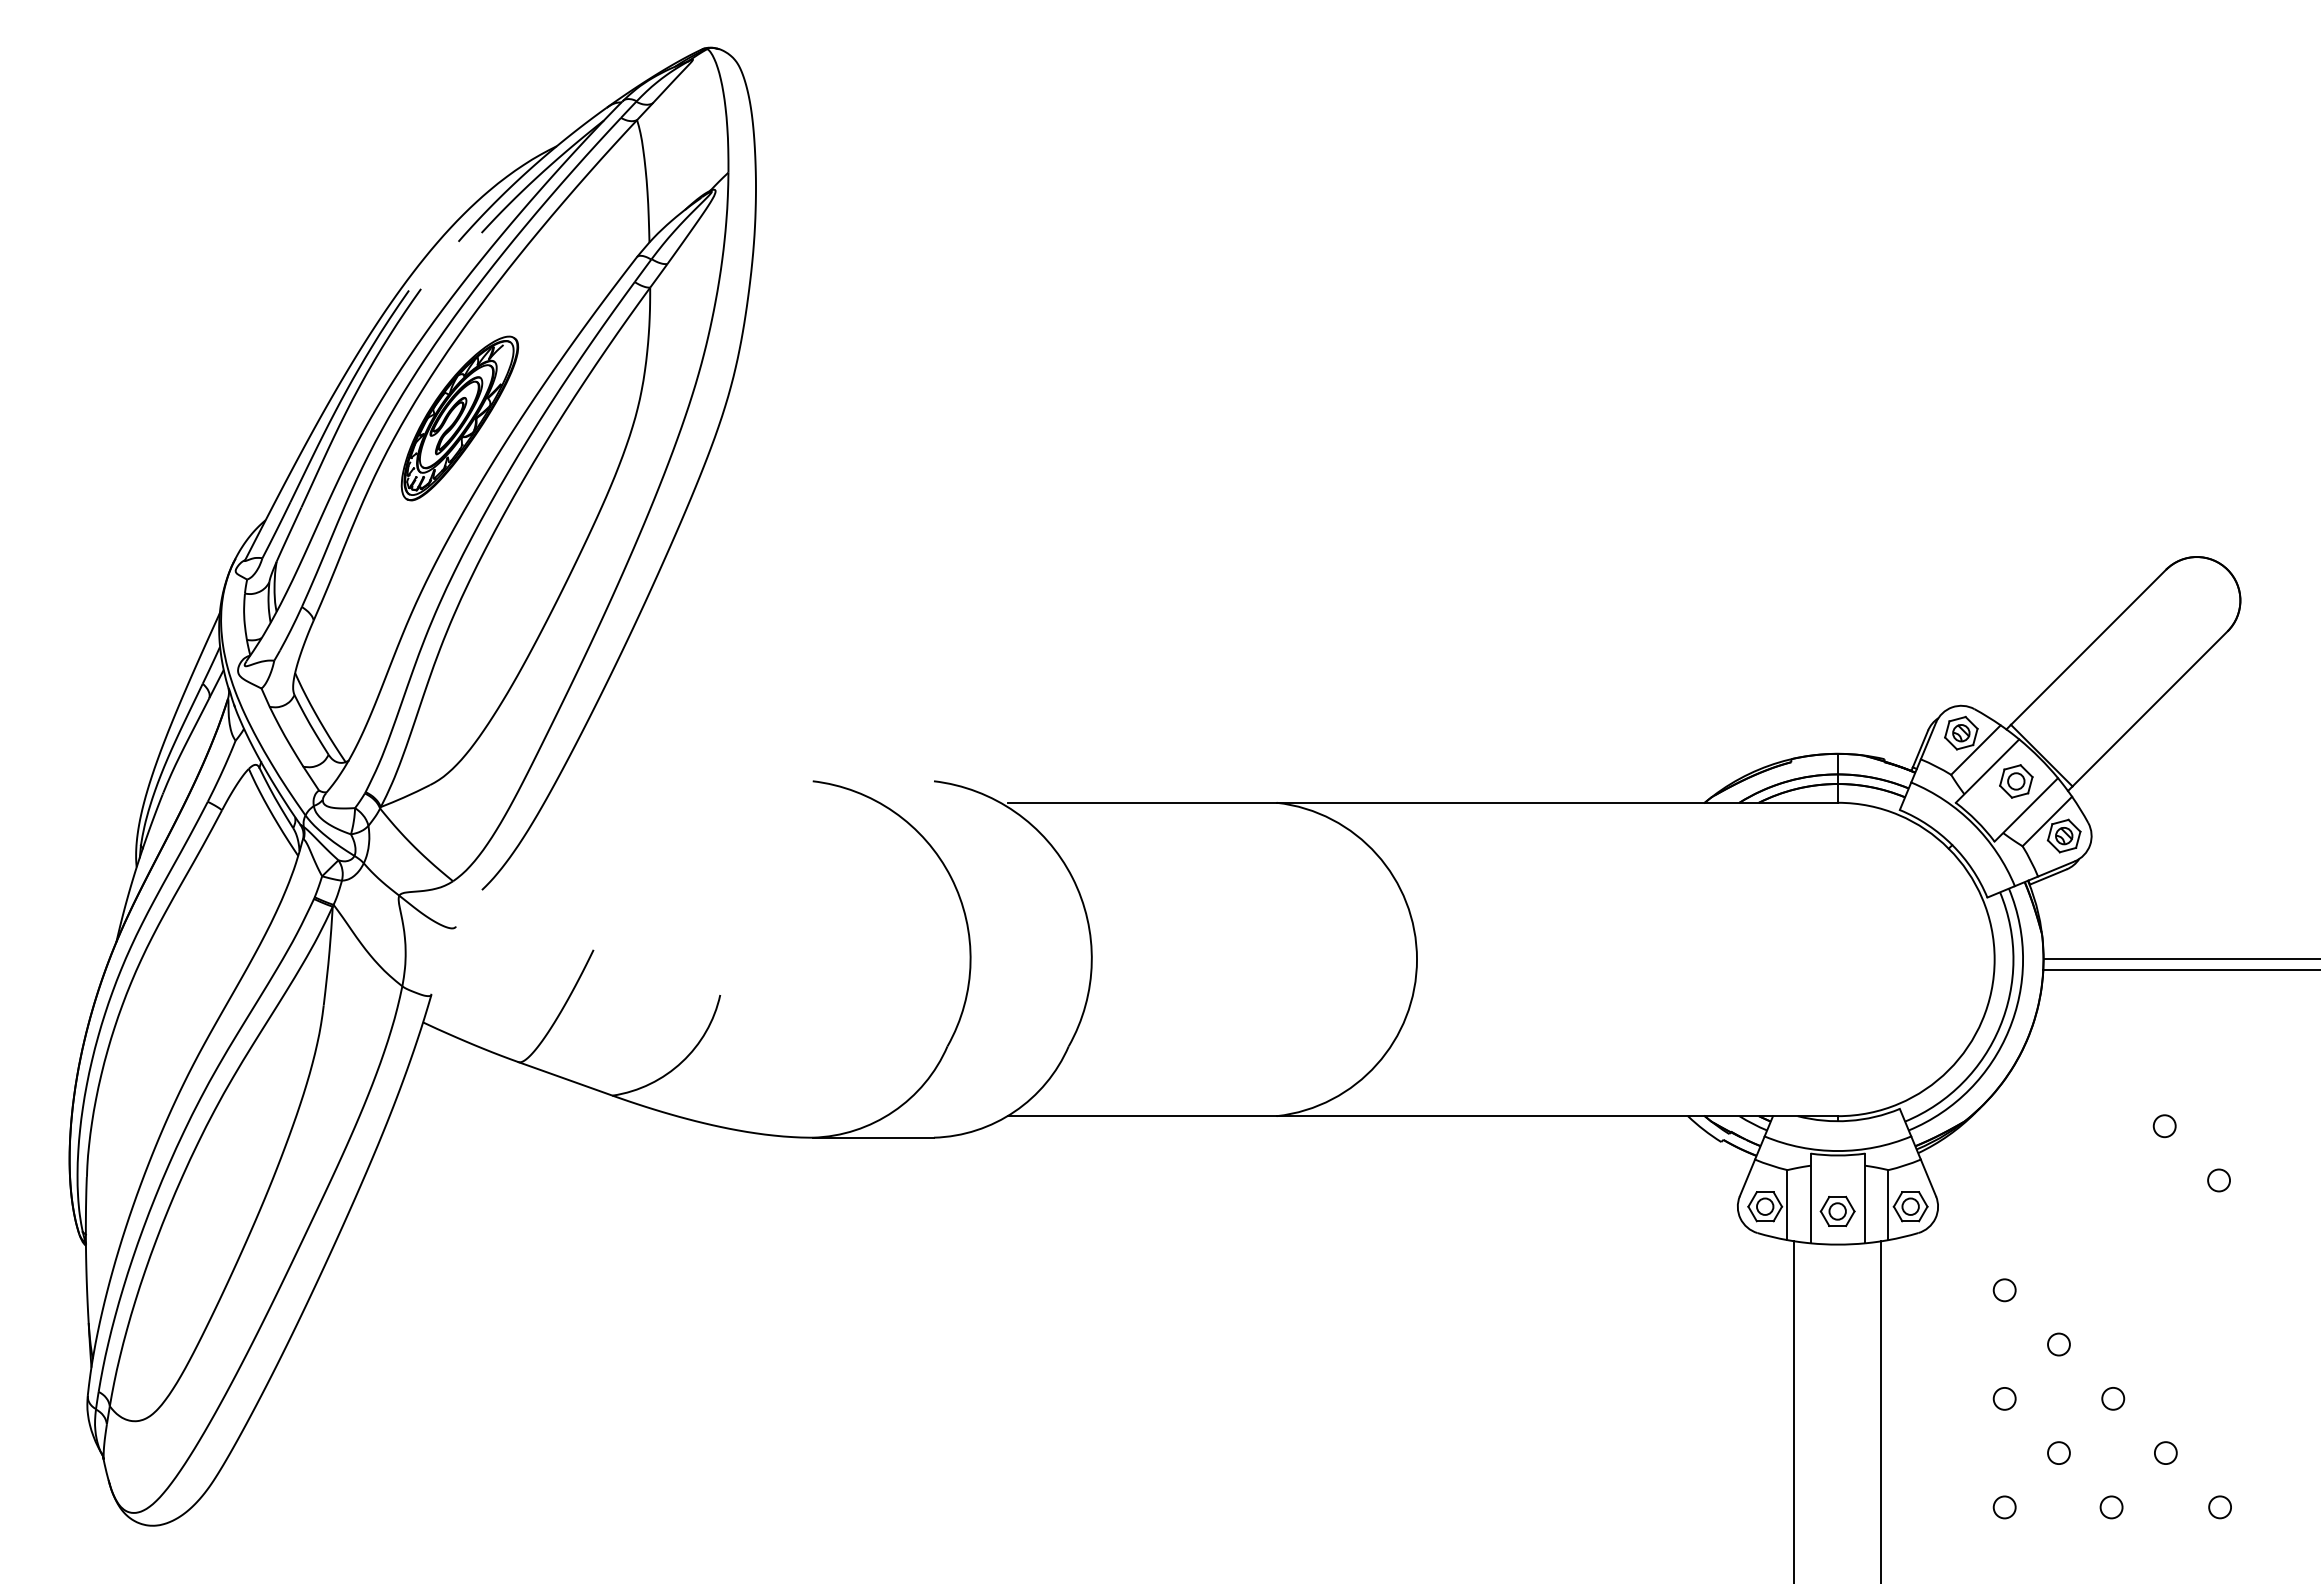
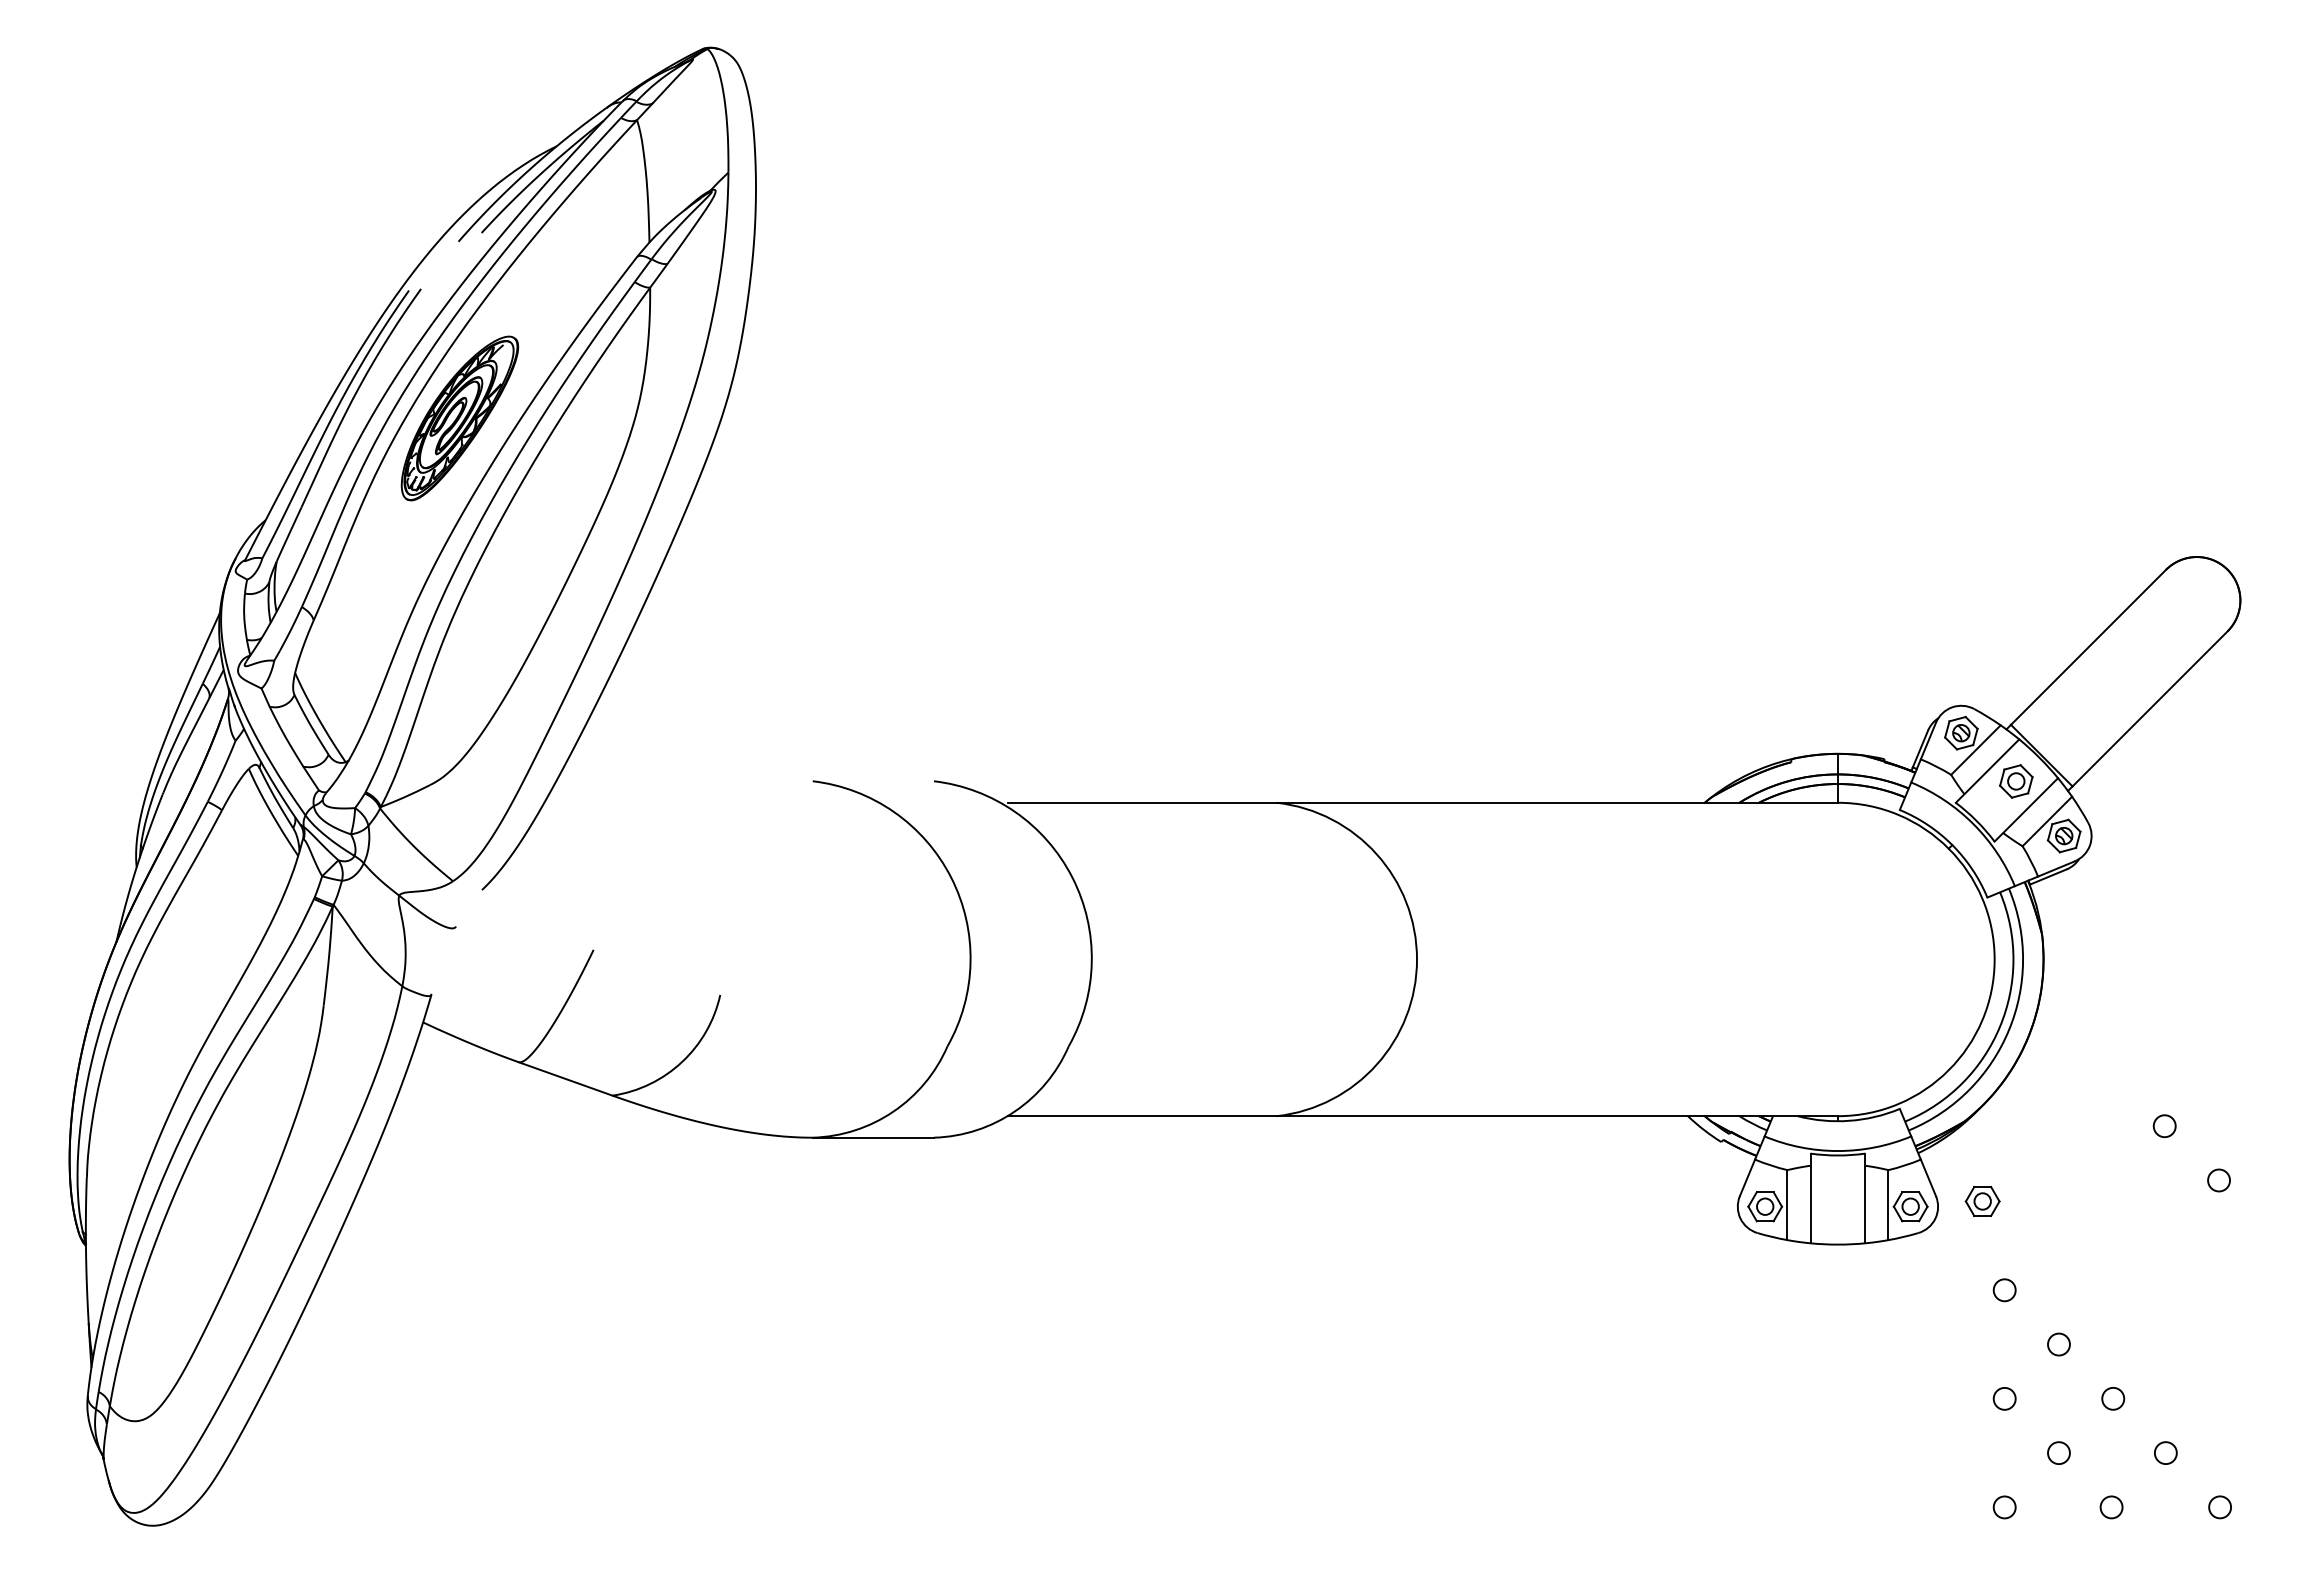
line at (2180, 959): present -> none
line at (2180, 969): present -> none
part at (1837, 1211) position: (1837, 1211) -> (1982, 1201)
line at (1794, 1410): present -> none
line at (1881, 1410): present -> none
